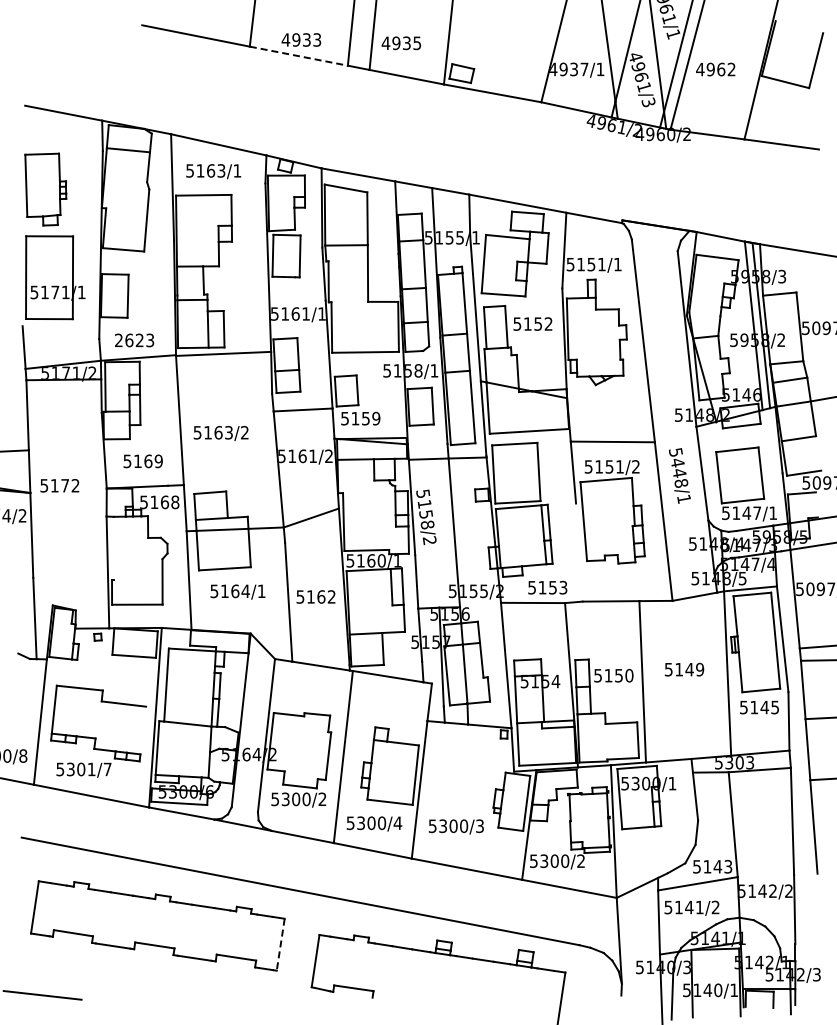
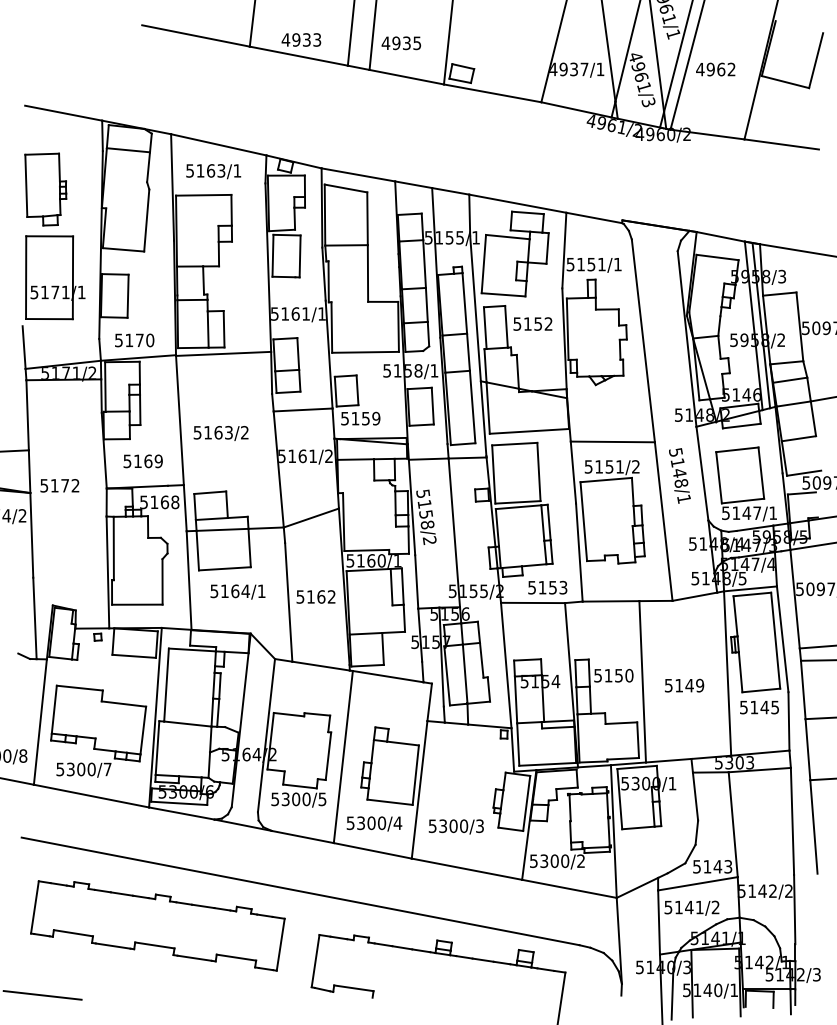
line at (298, 56): dashed -> solid
text at (134, 340): 2623 -> 5170
text at (677, 462): 5448/1 -> 5148/1
line at (113, 548): none -> present
line at (579, 552): none -> present
text at (684, 669) position: (684, 669) -> (684, 685)
line at (143, 730): none -> present
text at (91, 769): 5301/7 -> 5300/7
text at (322, 799): 5300/2 -> 5300/5
line at (280, 945): dashed -> solid
